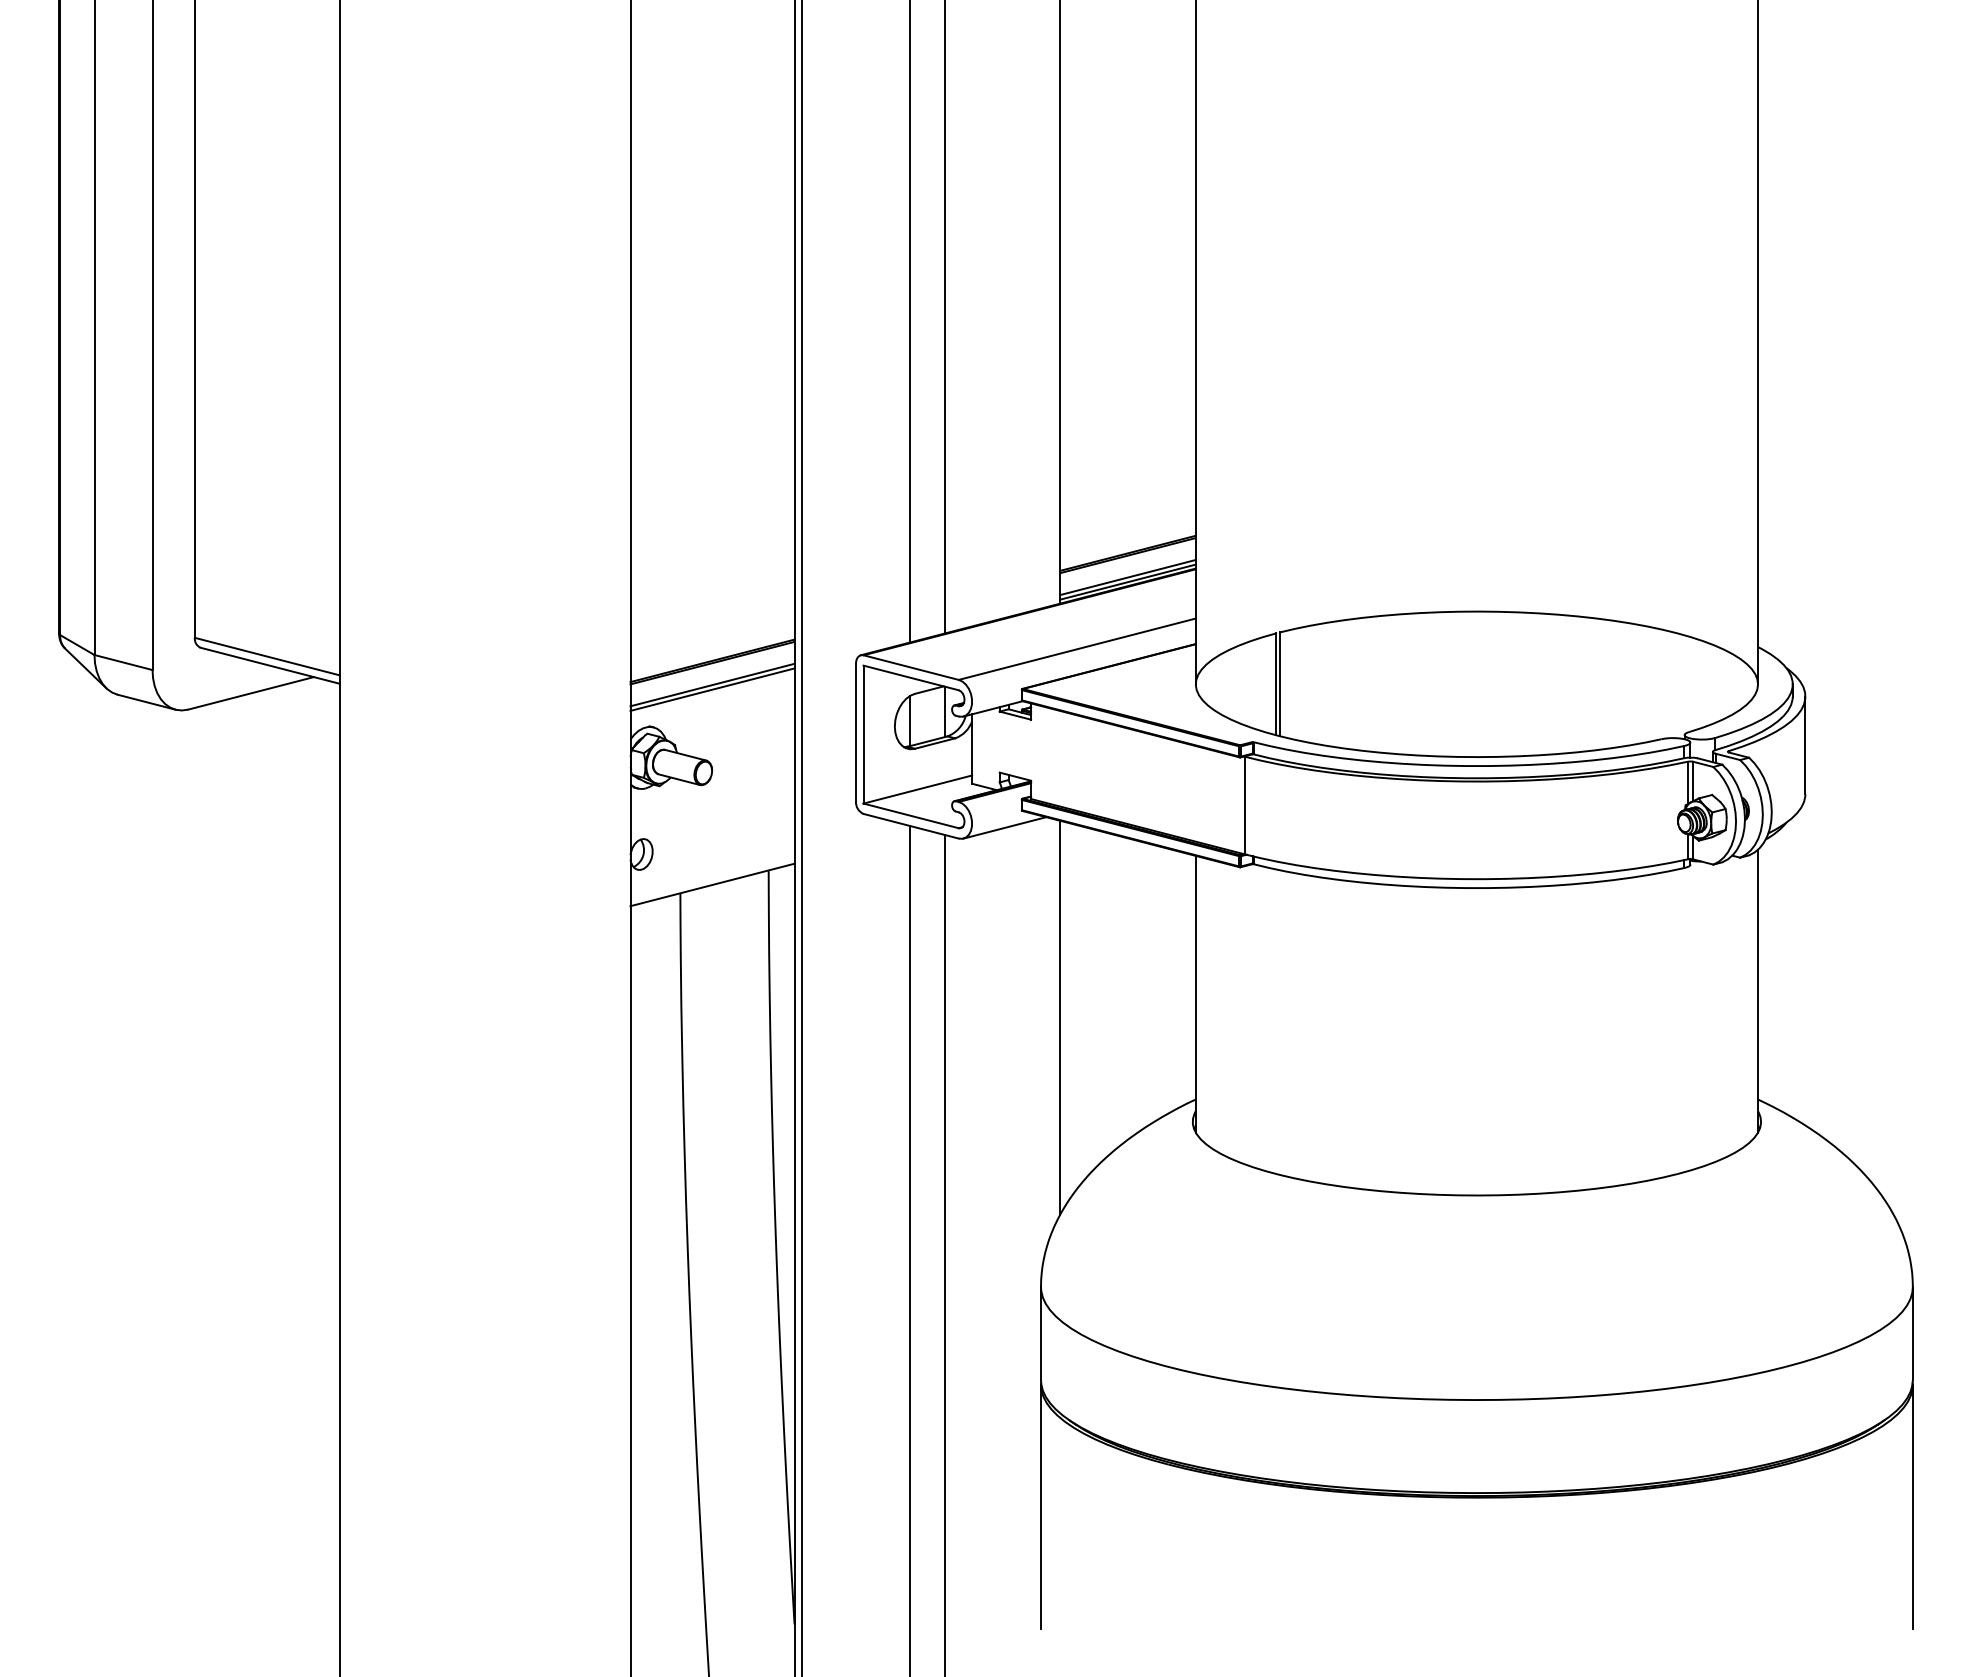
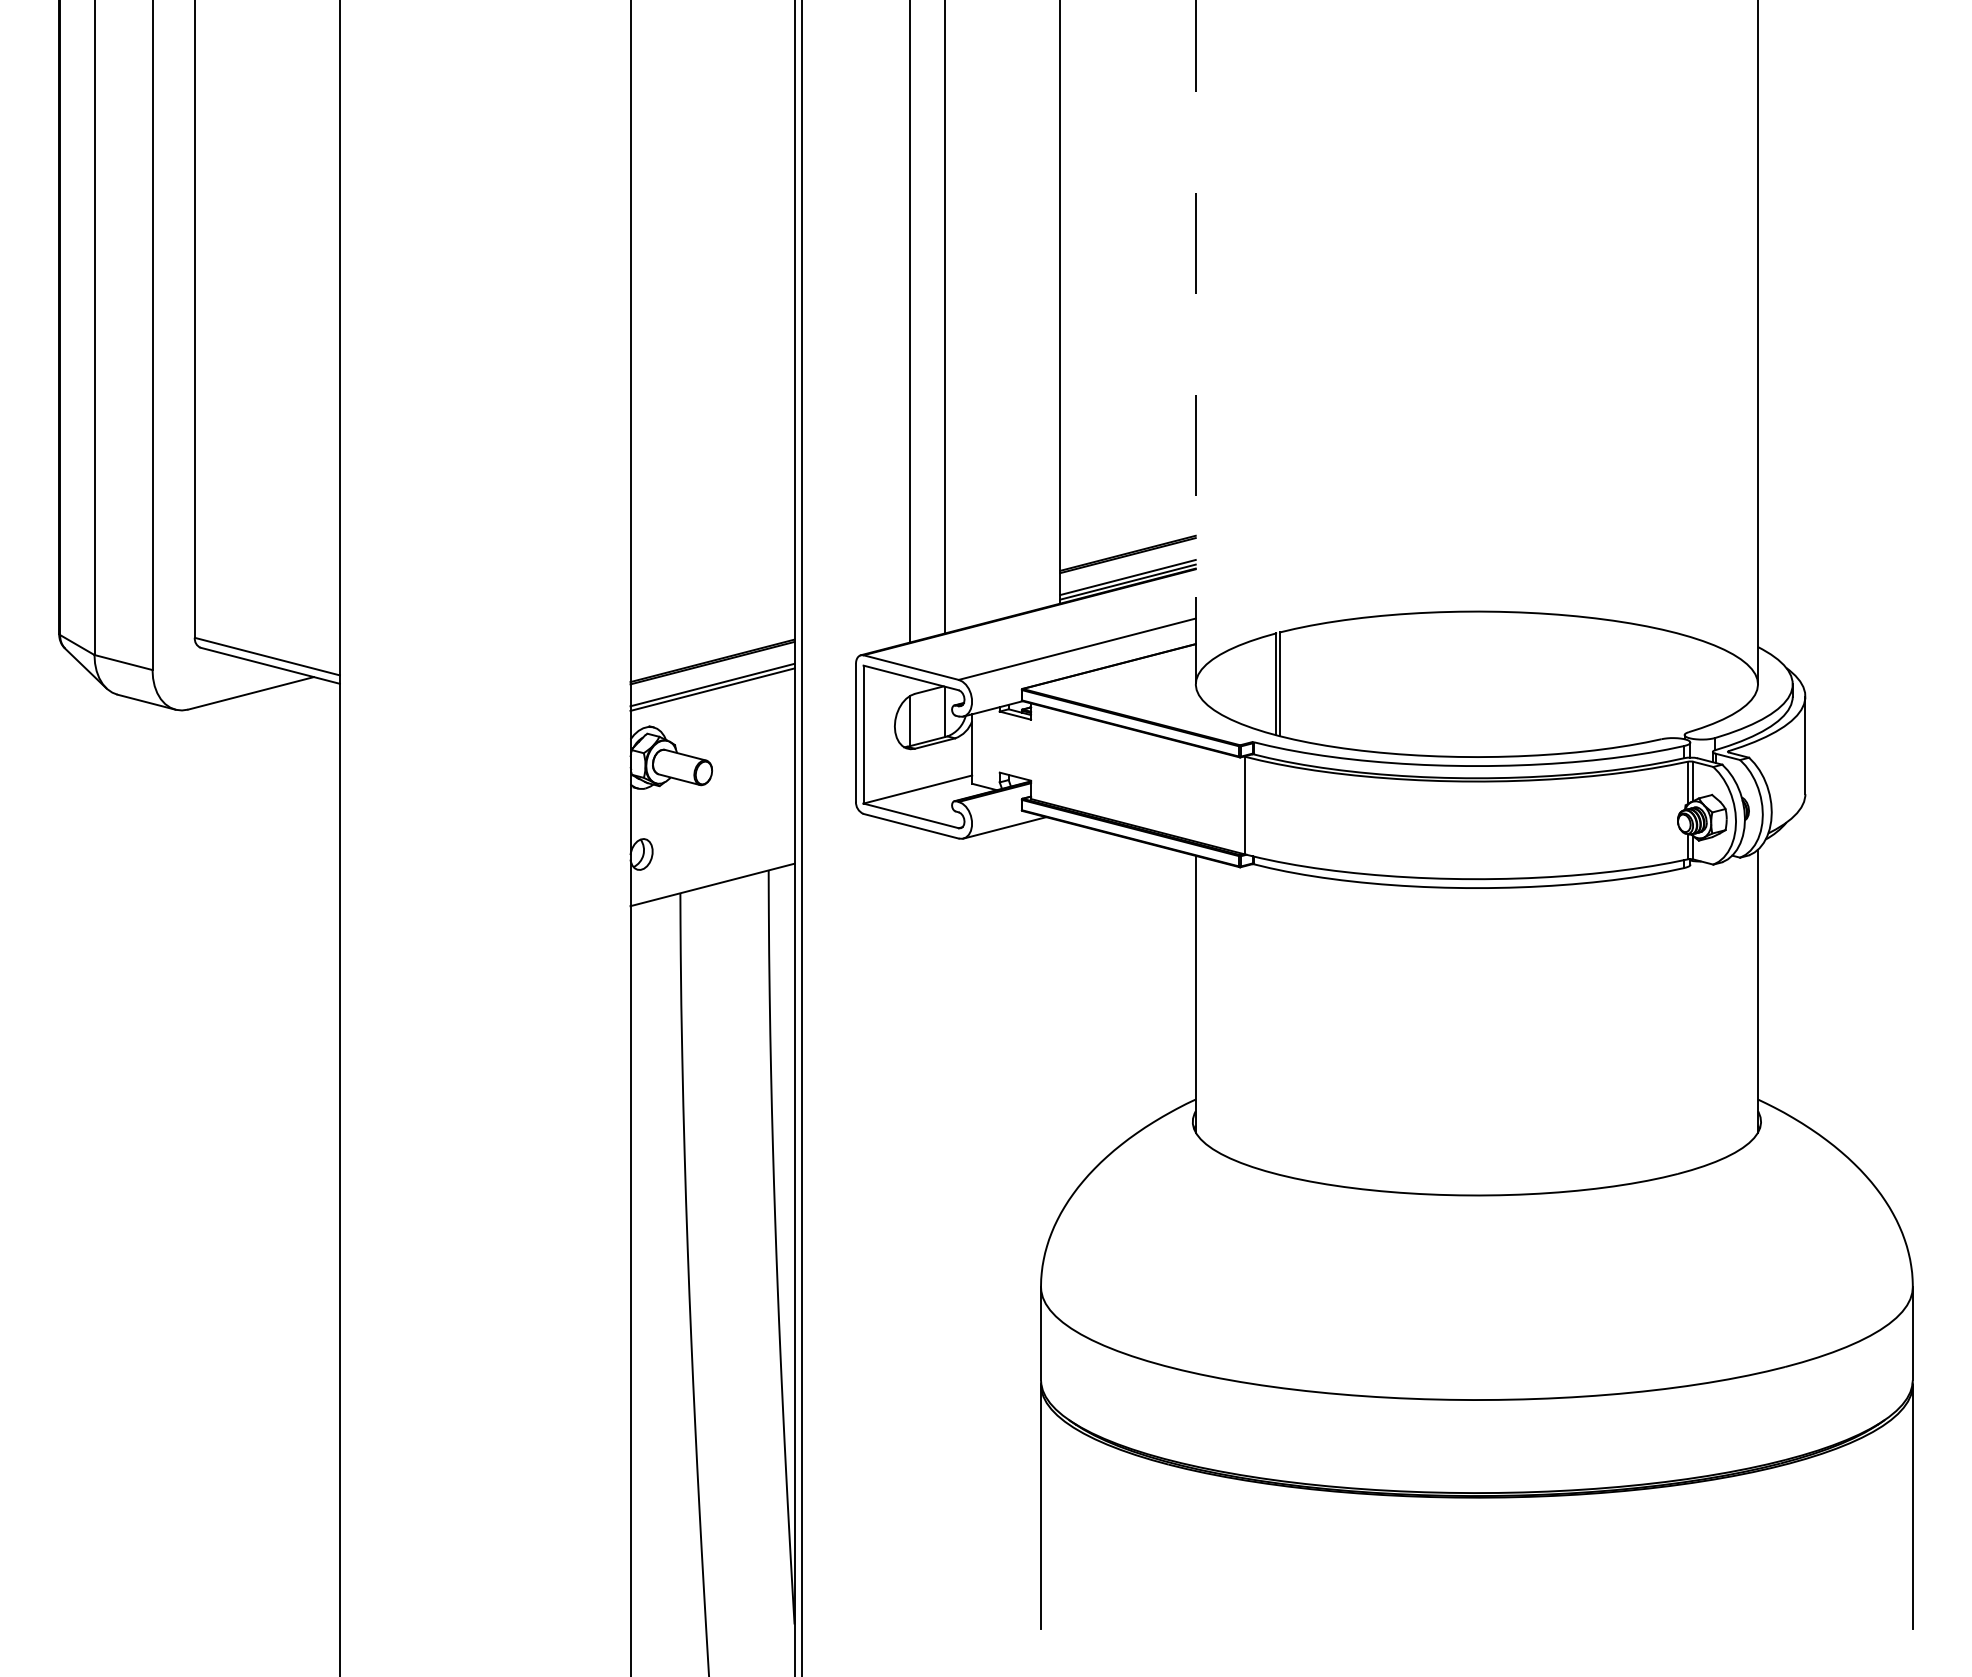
line at (1195, 342): solid -> dashed
line at (1060, 1017): present -> none
line at (910, 1249): present -> none
line at (944, 1253): present -> none
